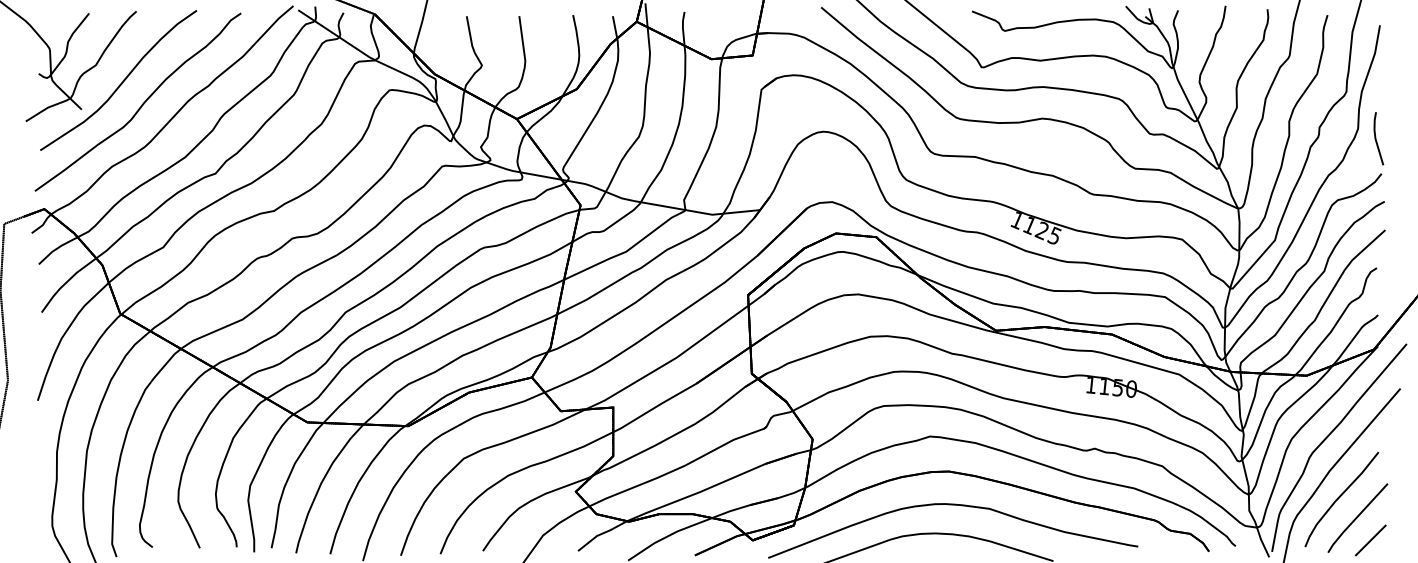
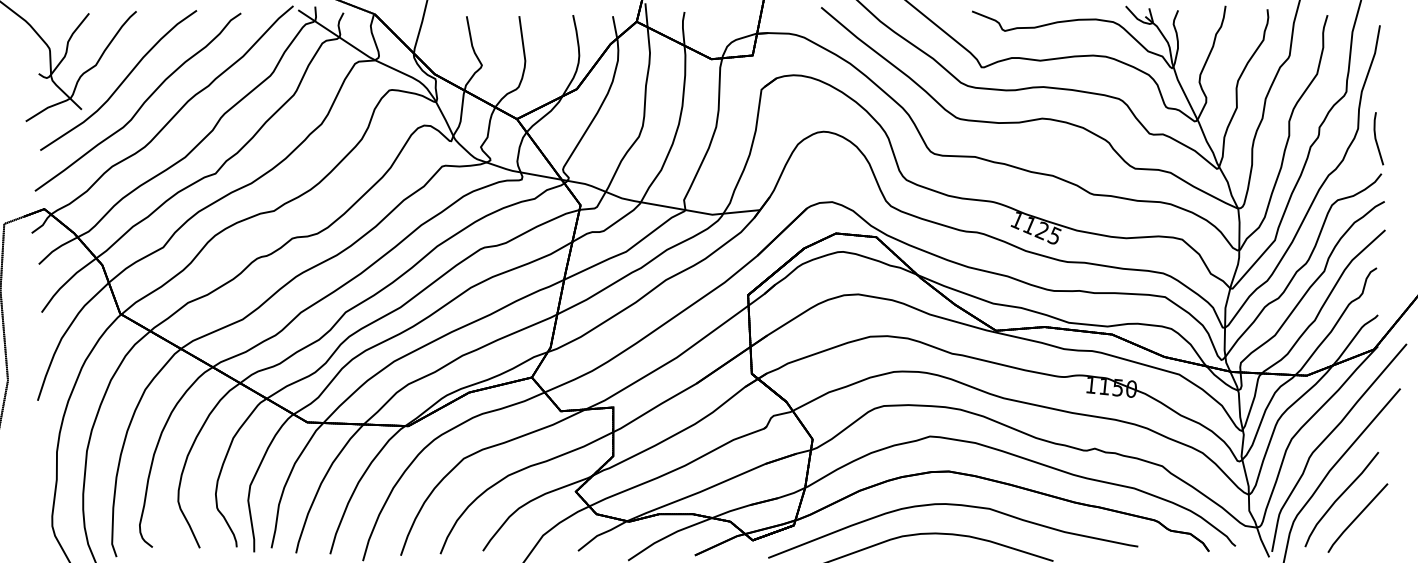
line at (1370, 540): present -> none
